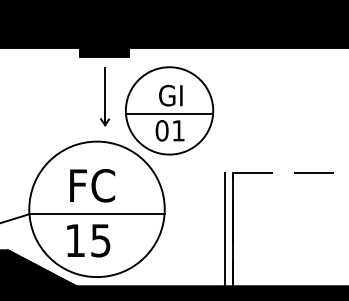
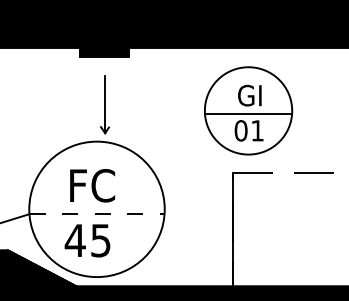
part at (104, 96) position: (104, 96) -> (104, 104)
part at (169, 110) position: (169, 110) -> (248, 110)
line at (97, 213): solid -> dashed
line at (224, 234): present -> none
text at (74, 240): 15 -> 45
